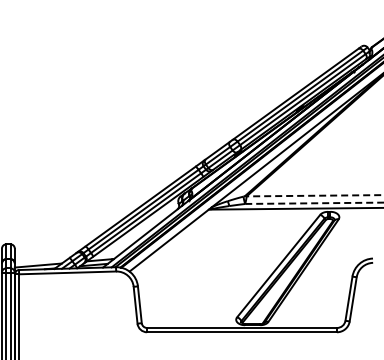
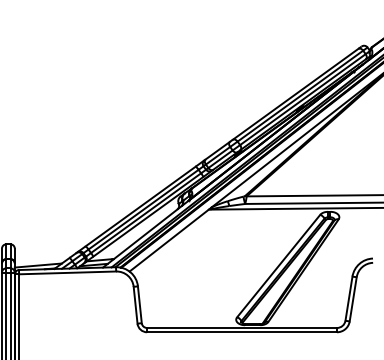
line at (314, 195): dashed -> solid
line at (315, 203): dashed -> solid
